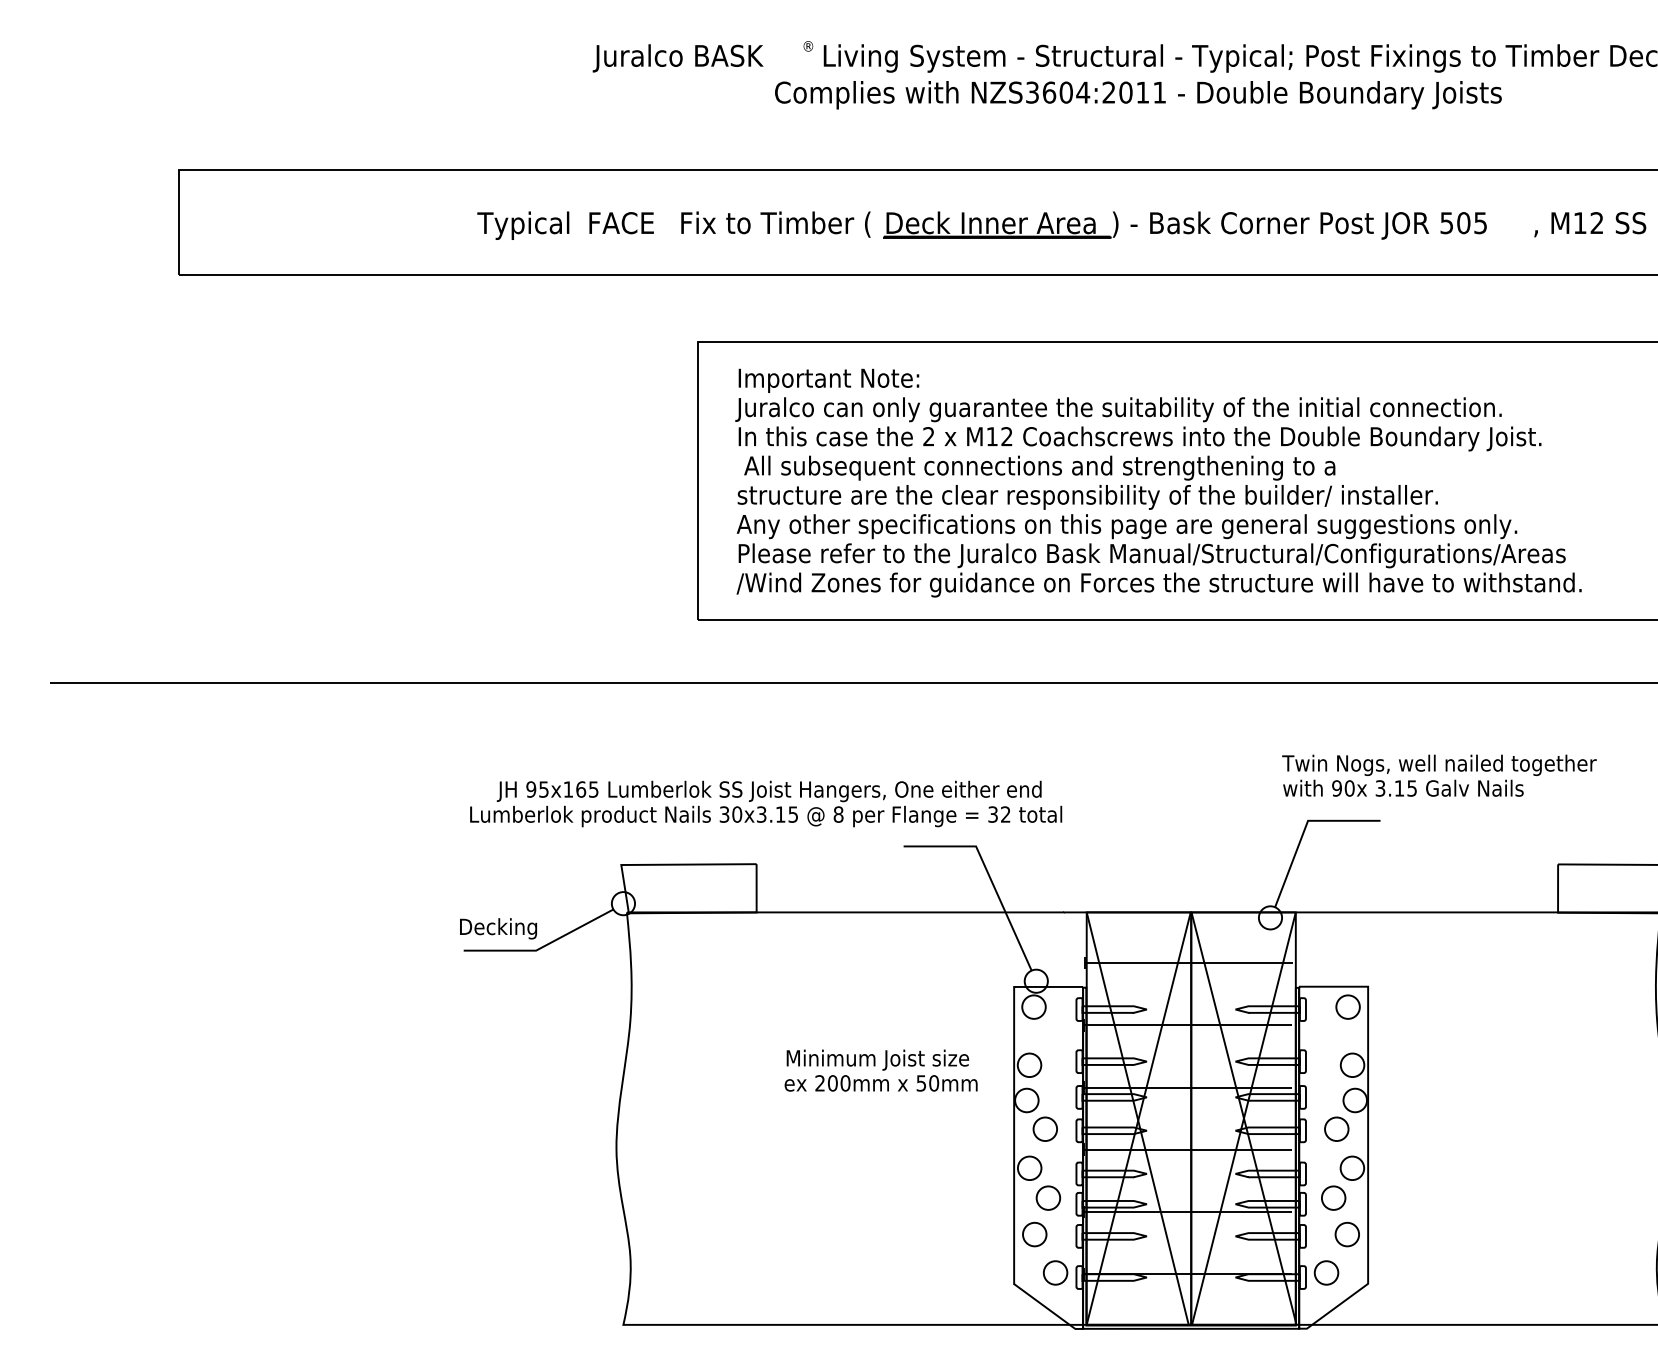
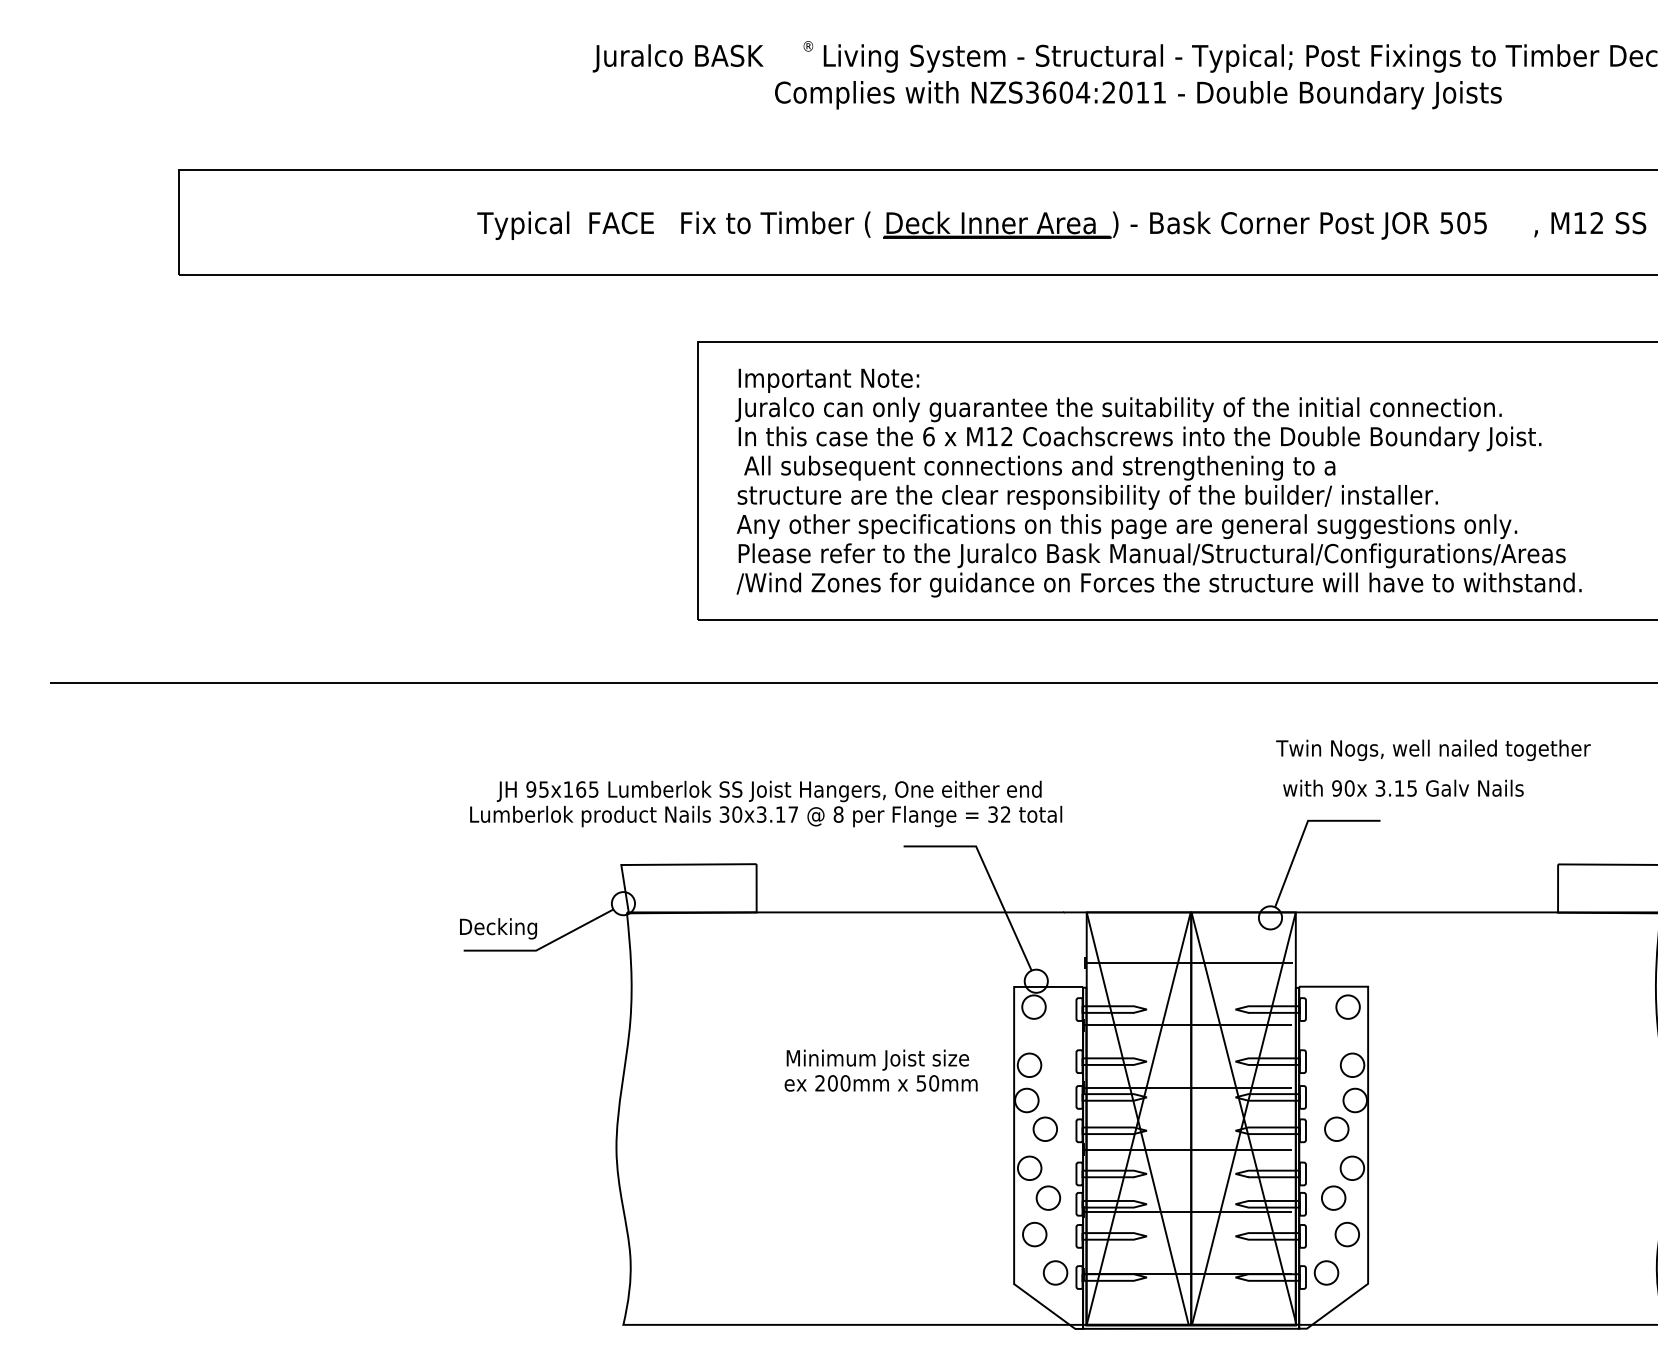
text at (928, 436): 2 -> 6
text at (1439, 764) position: (1439, 764) -> (1433, 749)
text at (792, 814): 30x3.15 -> 30x3.17
